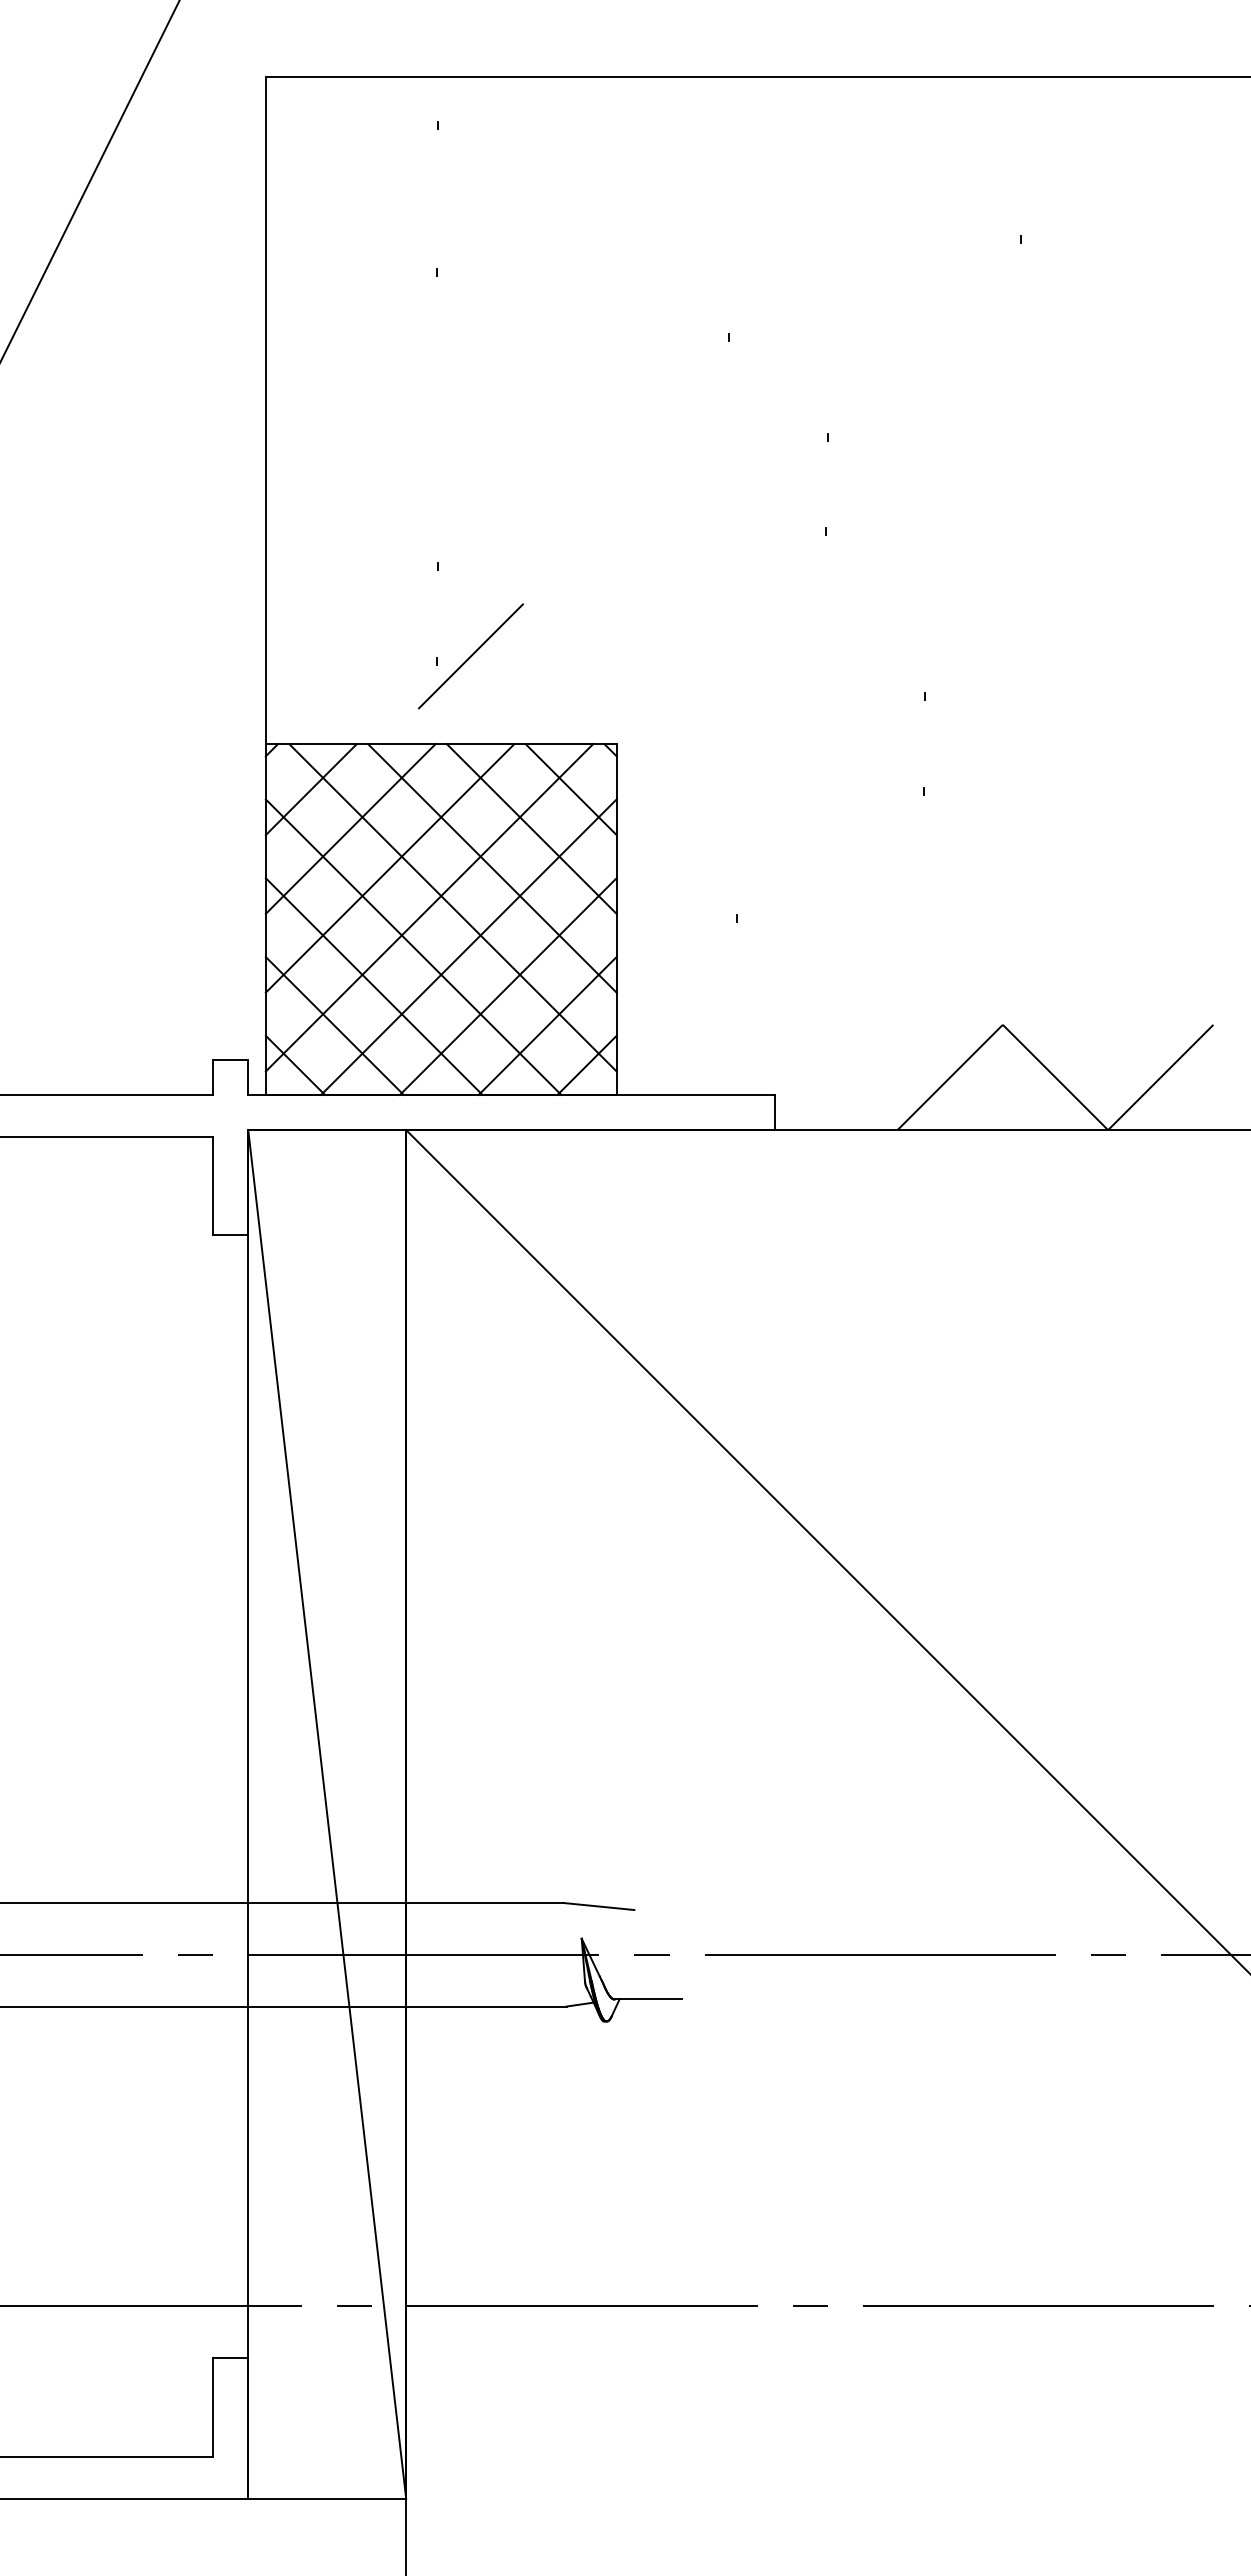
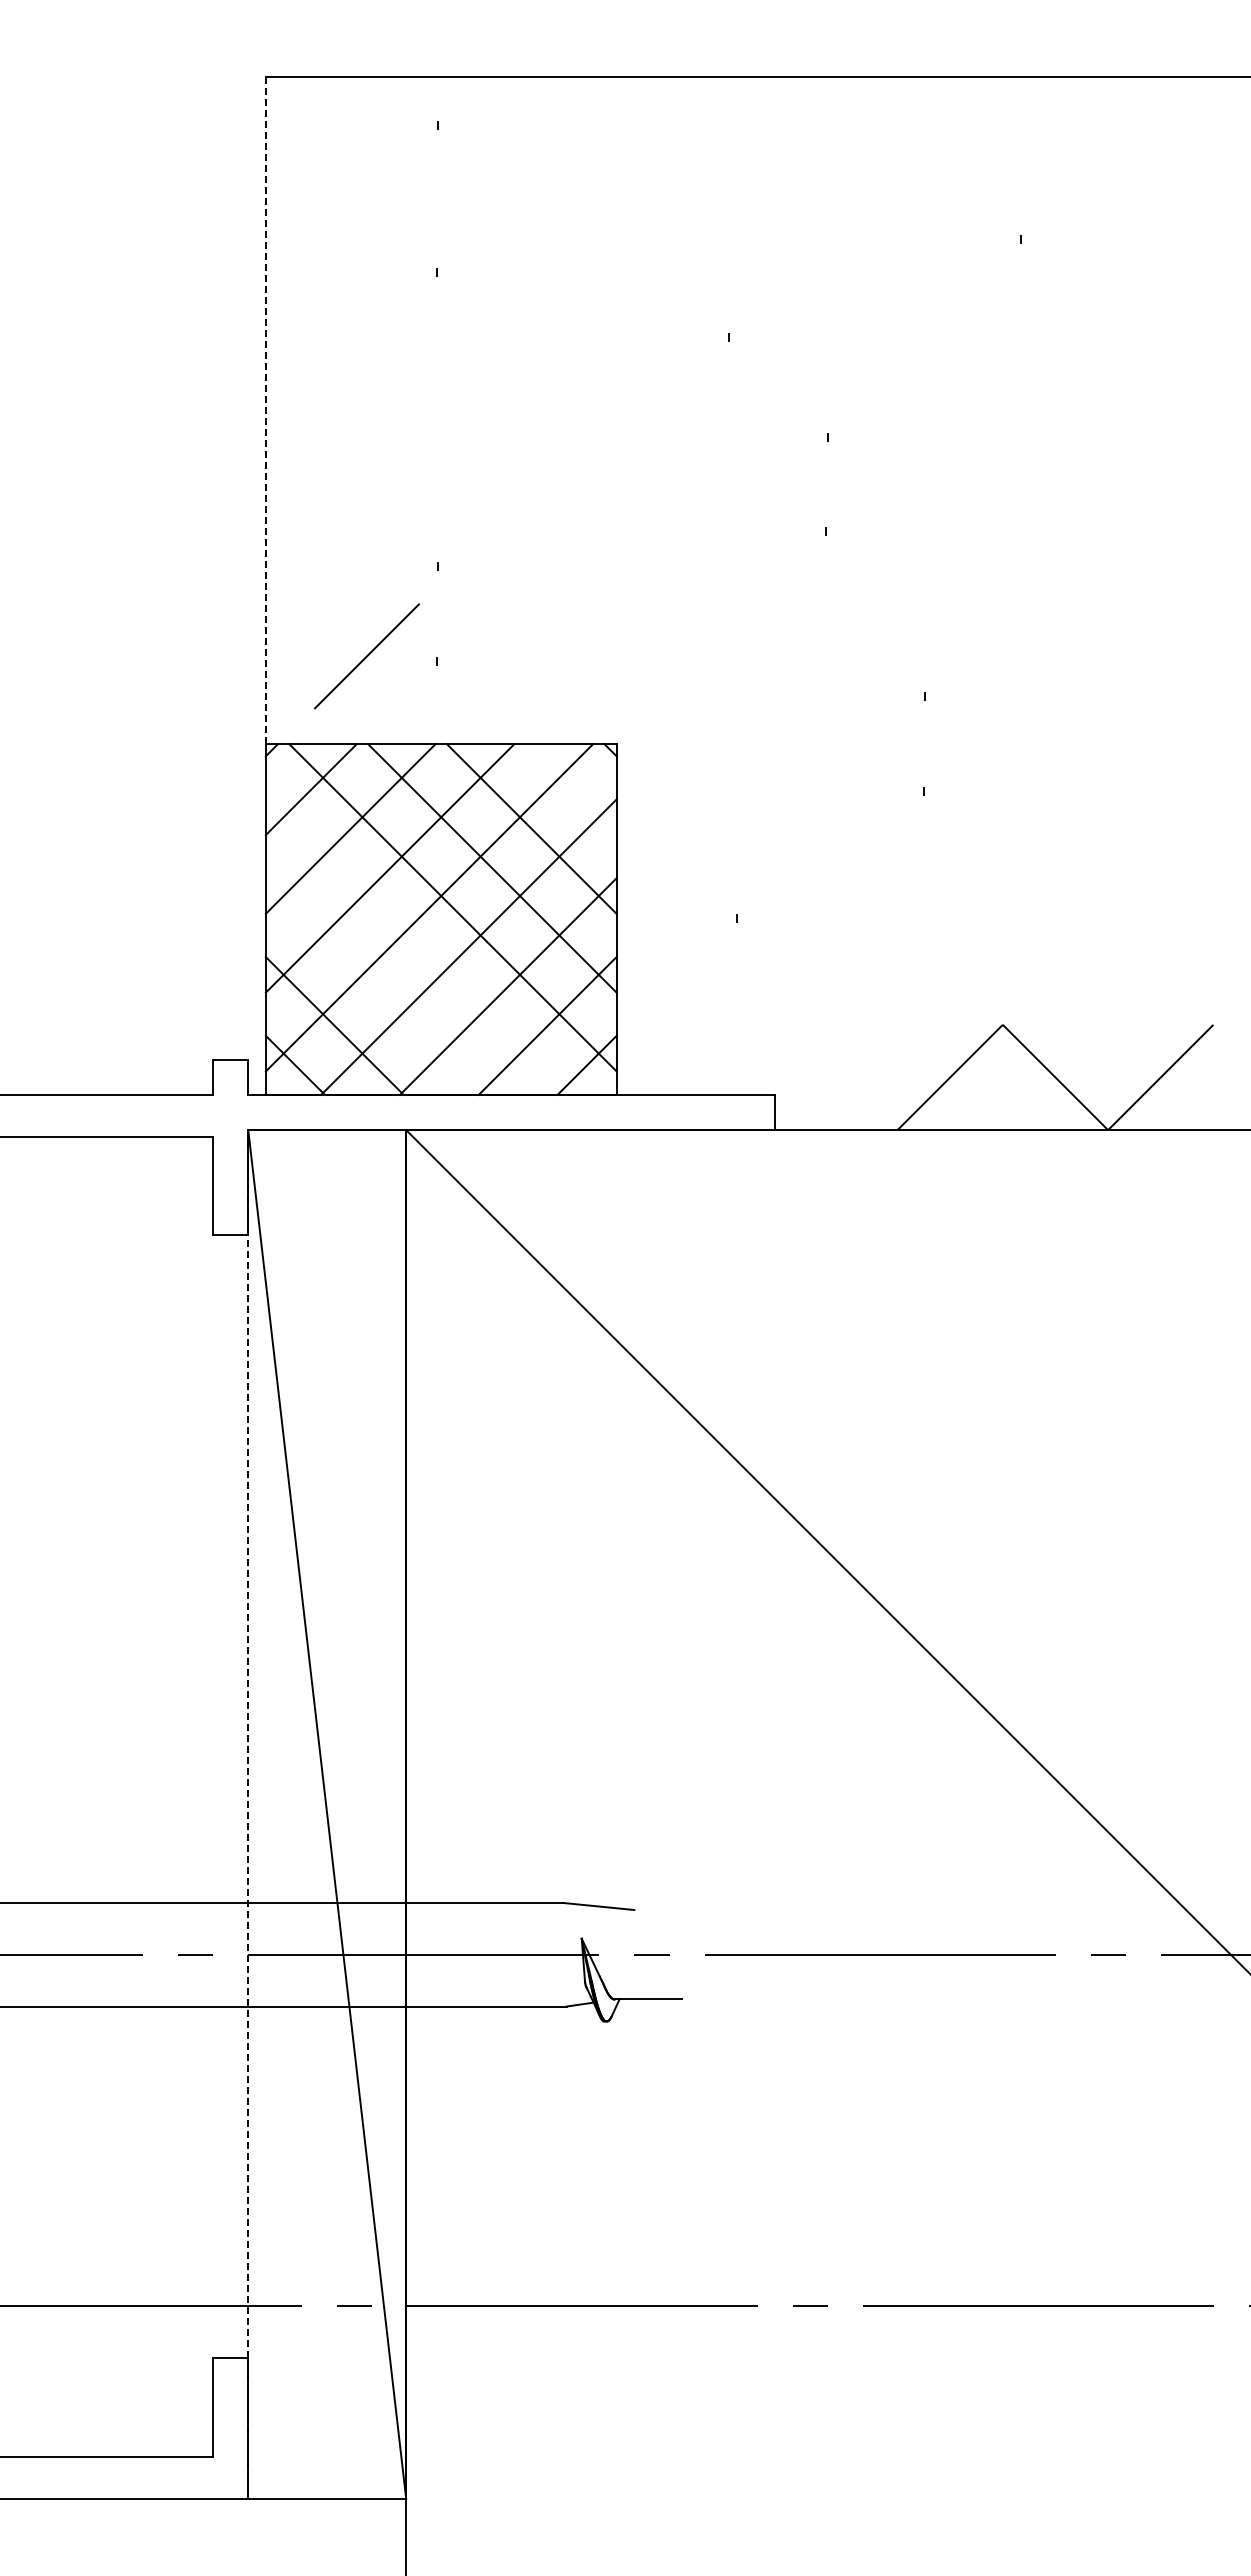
line at (90, 180): present -> none
line at (265, 410): solid -> dashed
line at (470, 656) position: (470, 656) -> (366, 656)
line at (570, 789): present -> none
line at (413, 946): present -> none
line at (373, 986): present -> none
line at (248, 1814): solid -> dashed
